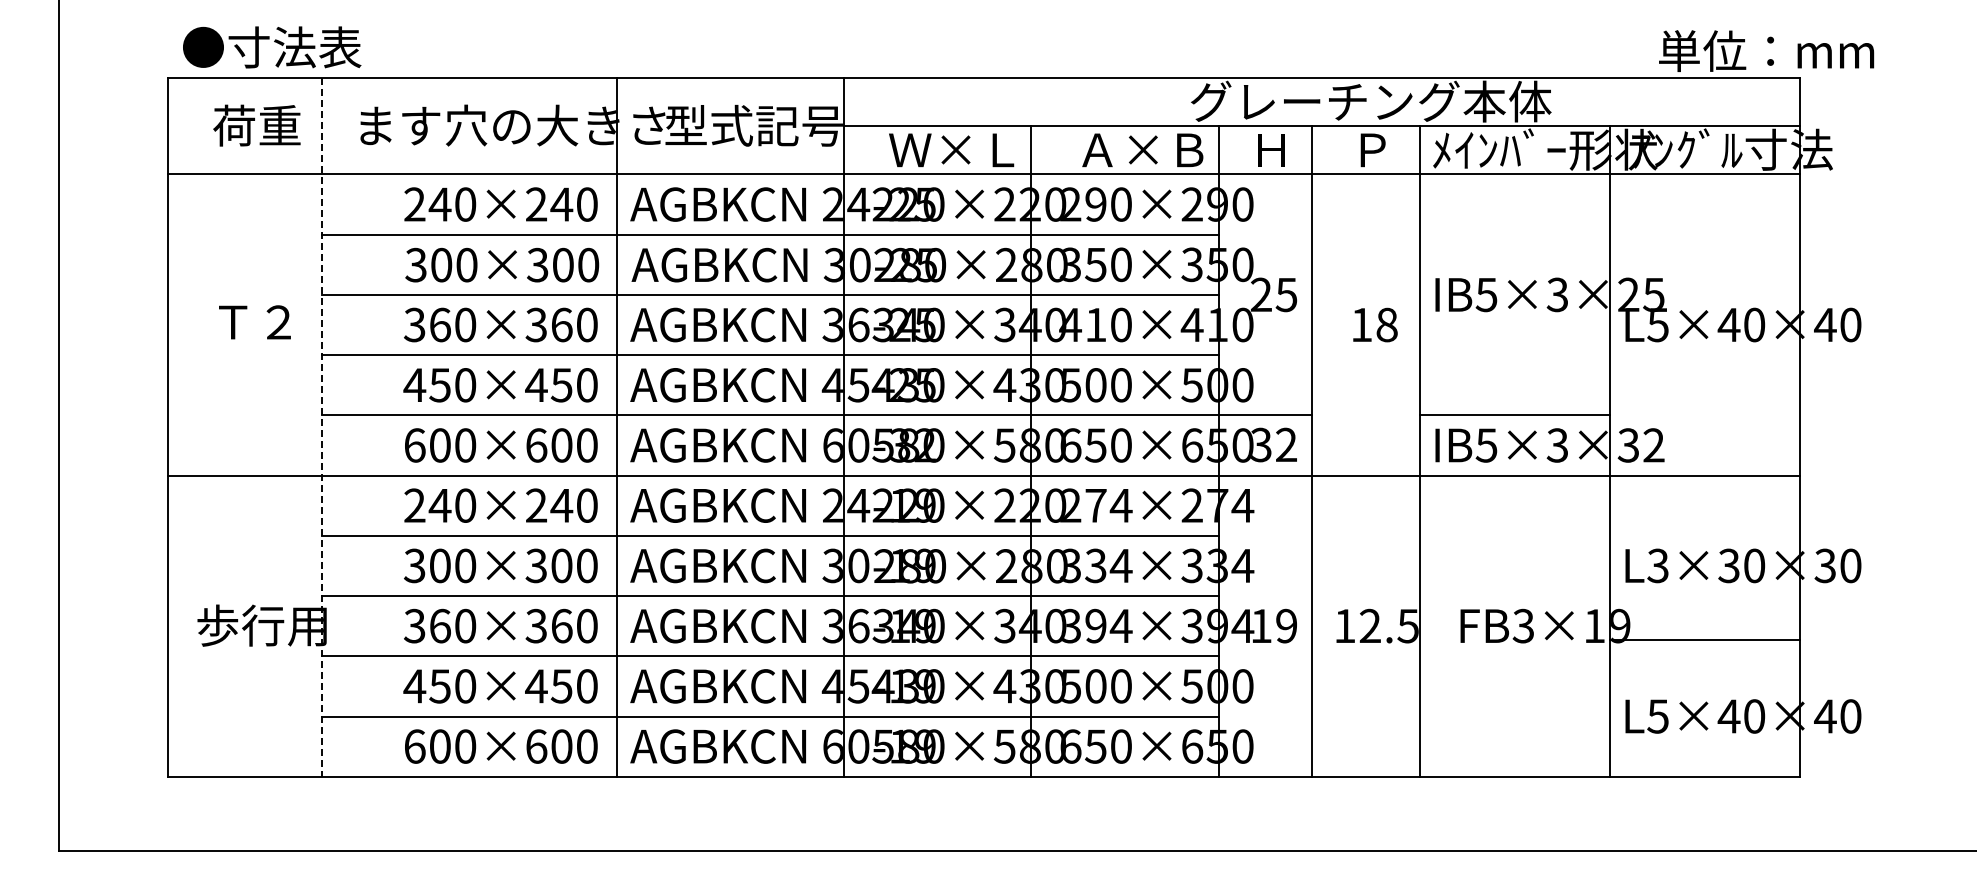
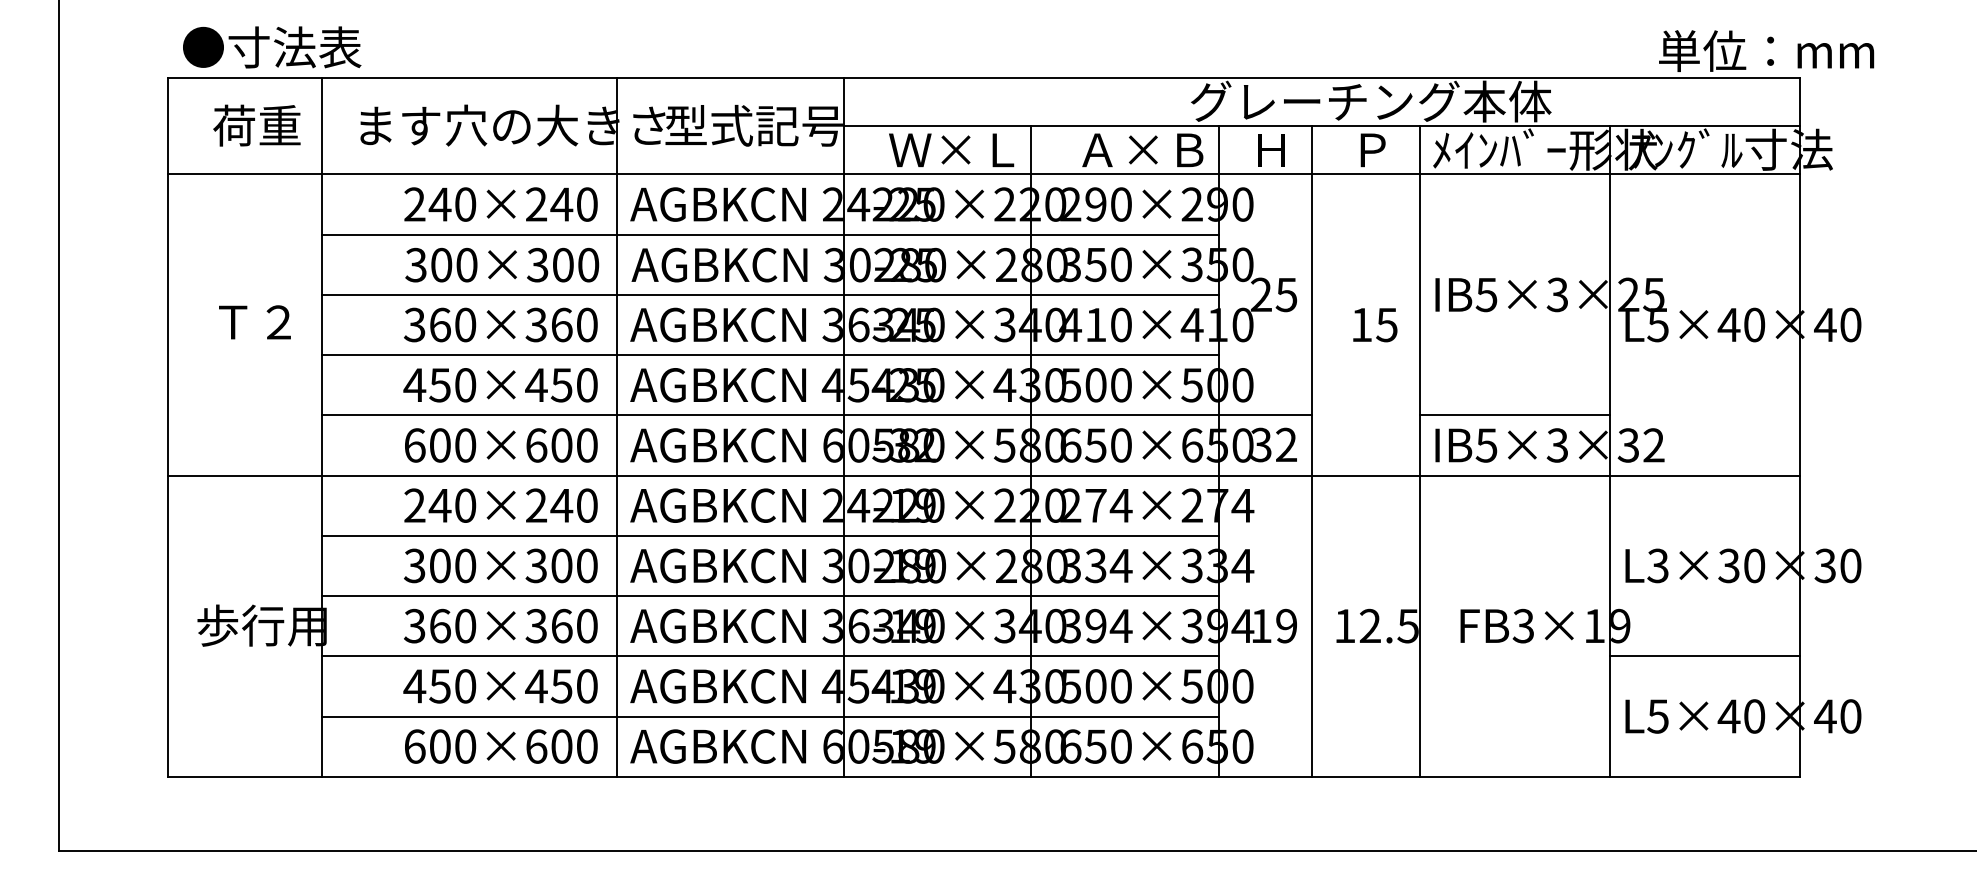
text at (1386, 324): 18 -> 15
line at (322, 427): dashed -> solid
line at (1704, 640) position: (1704, 640) -> (1704, 656)
